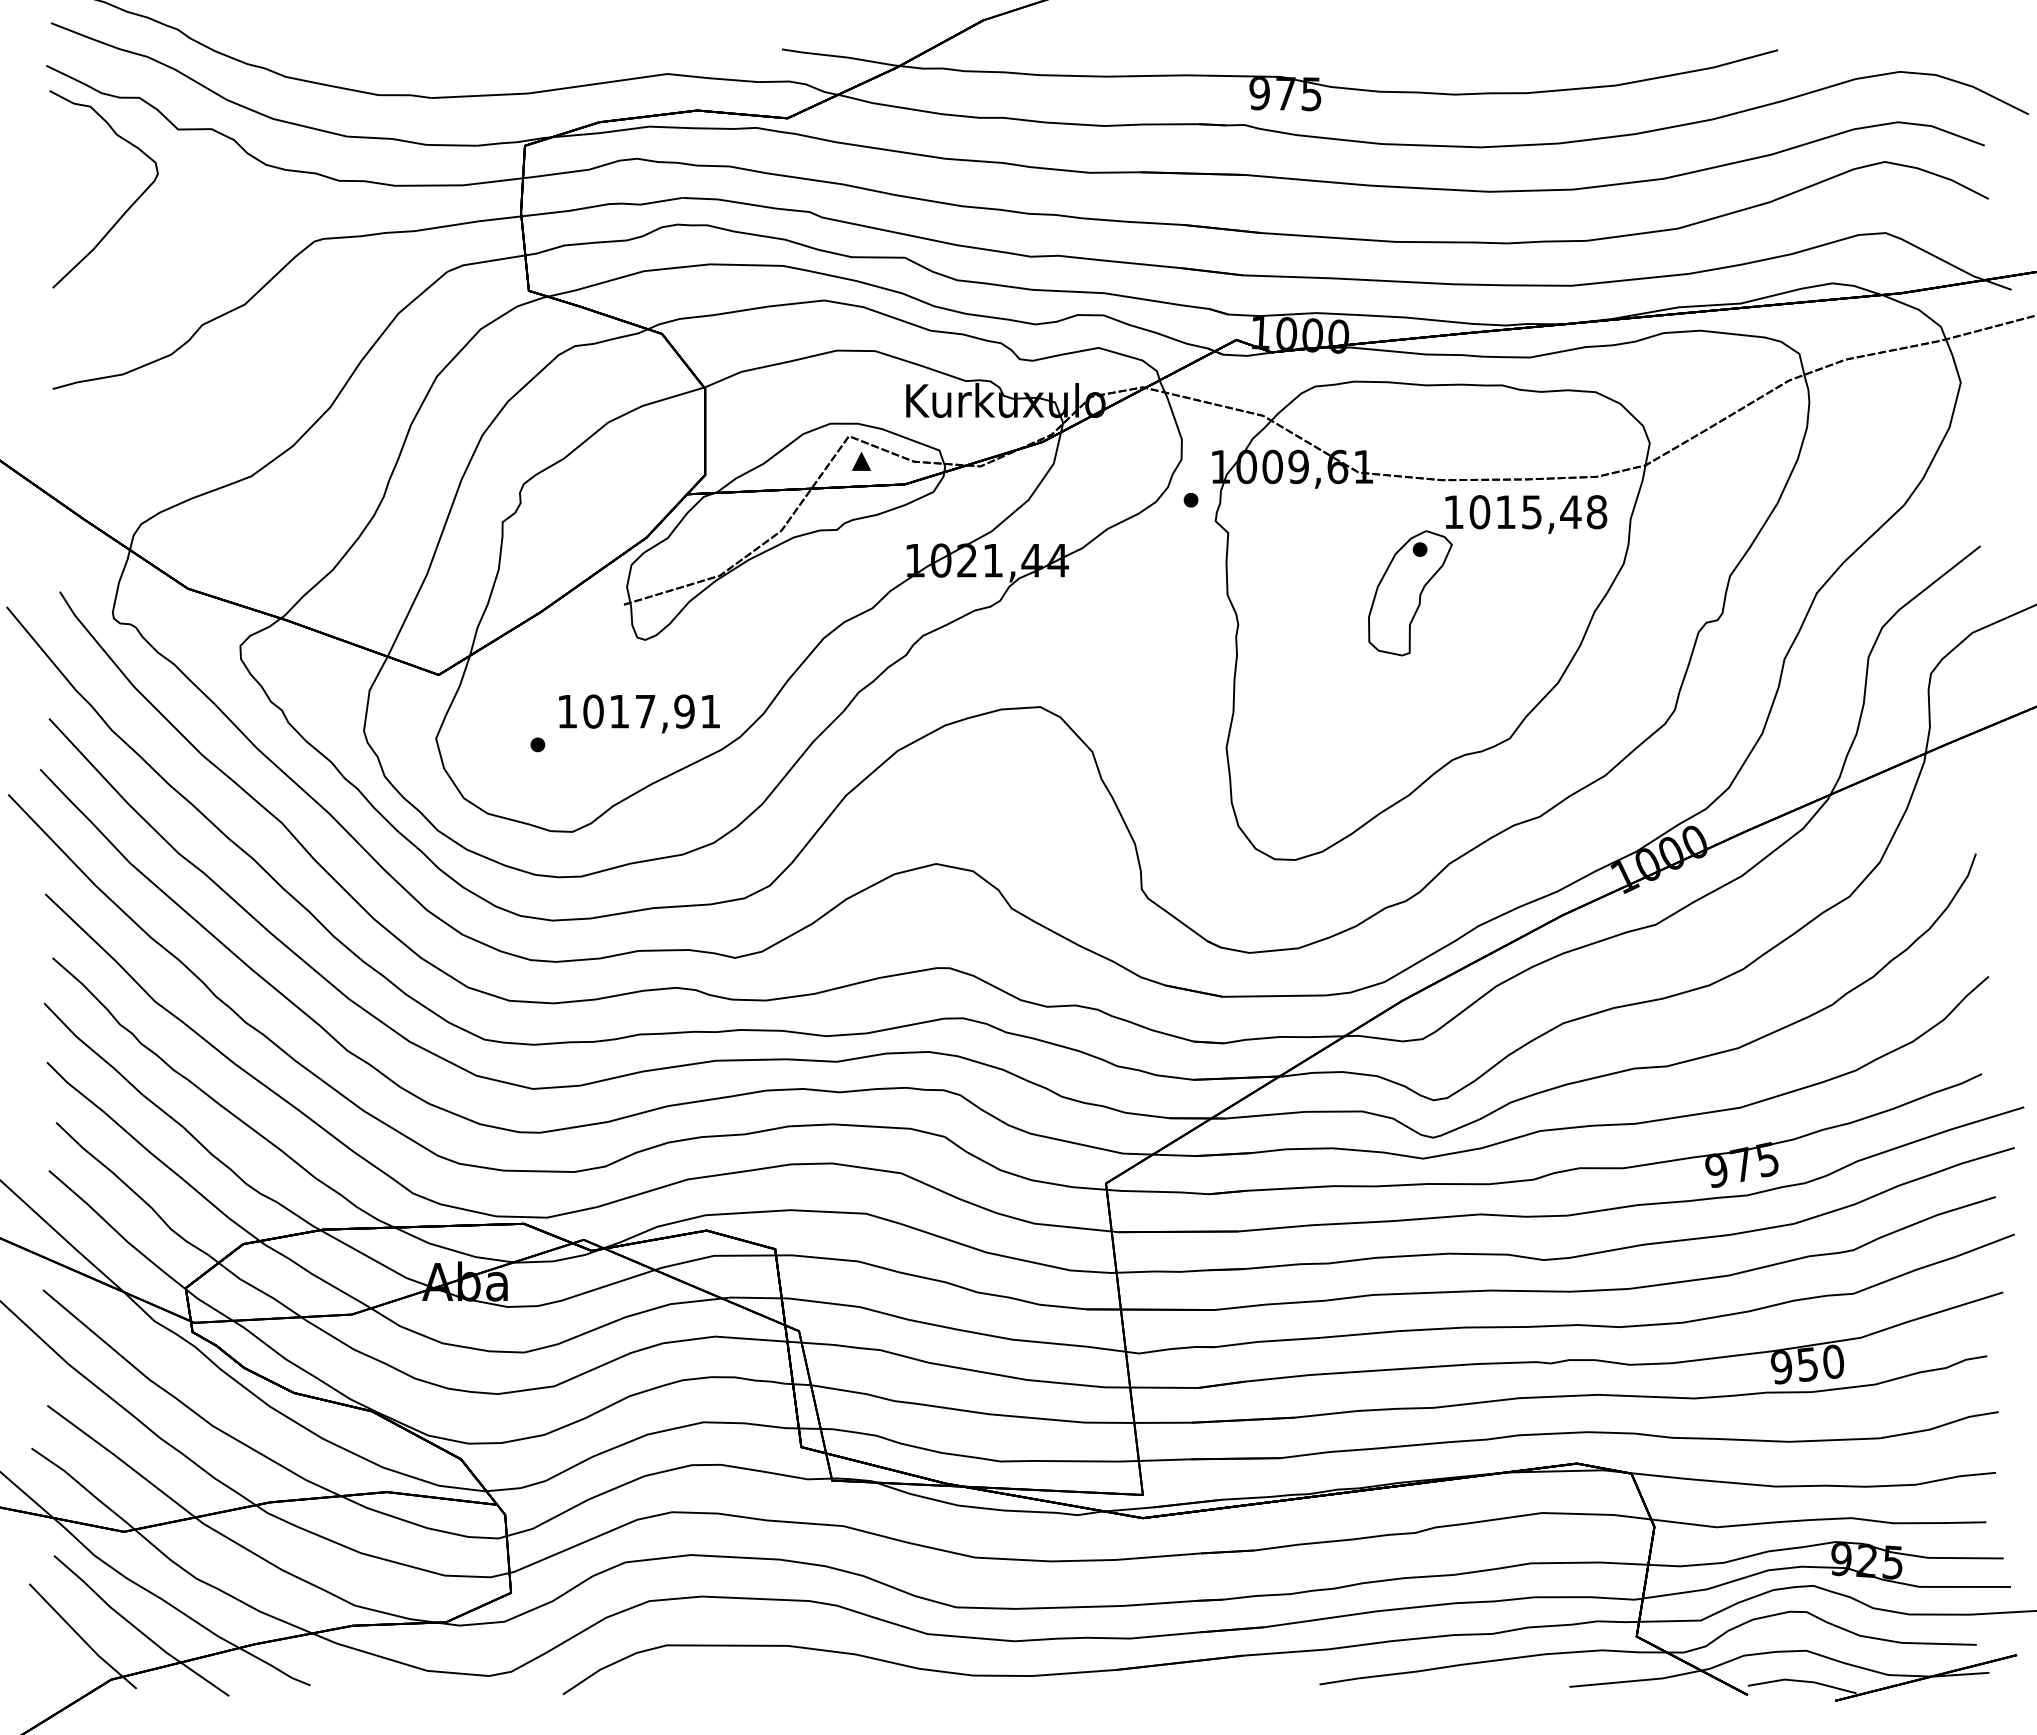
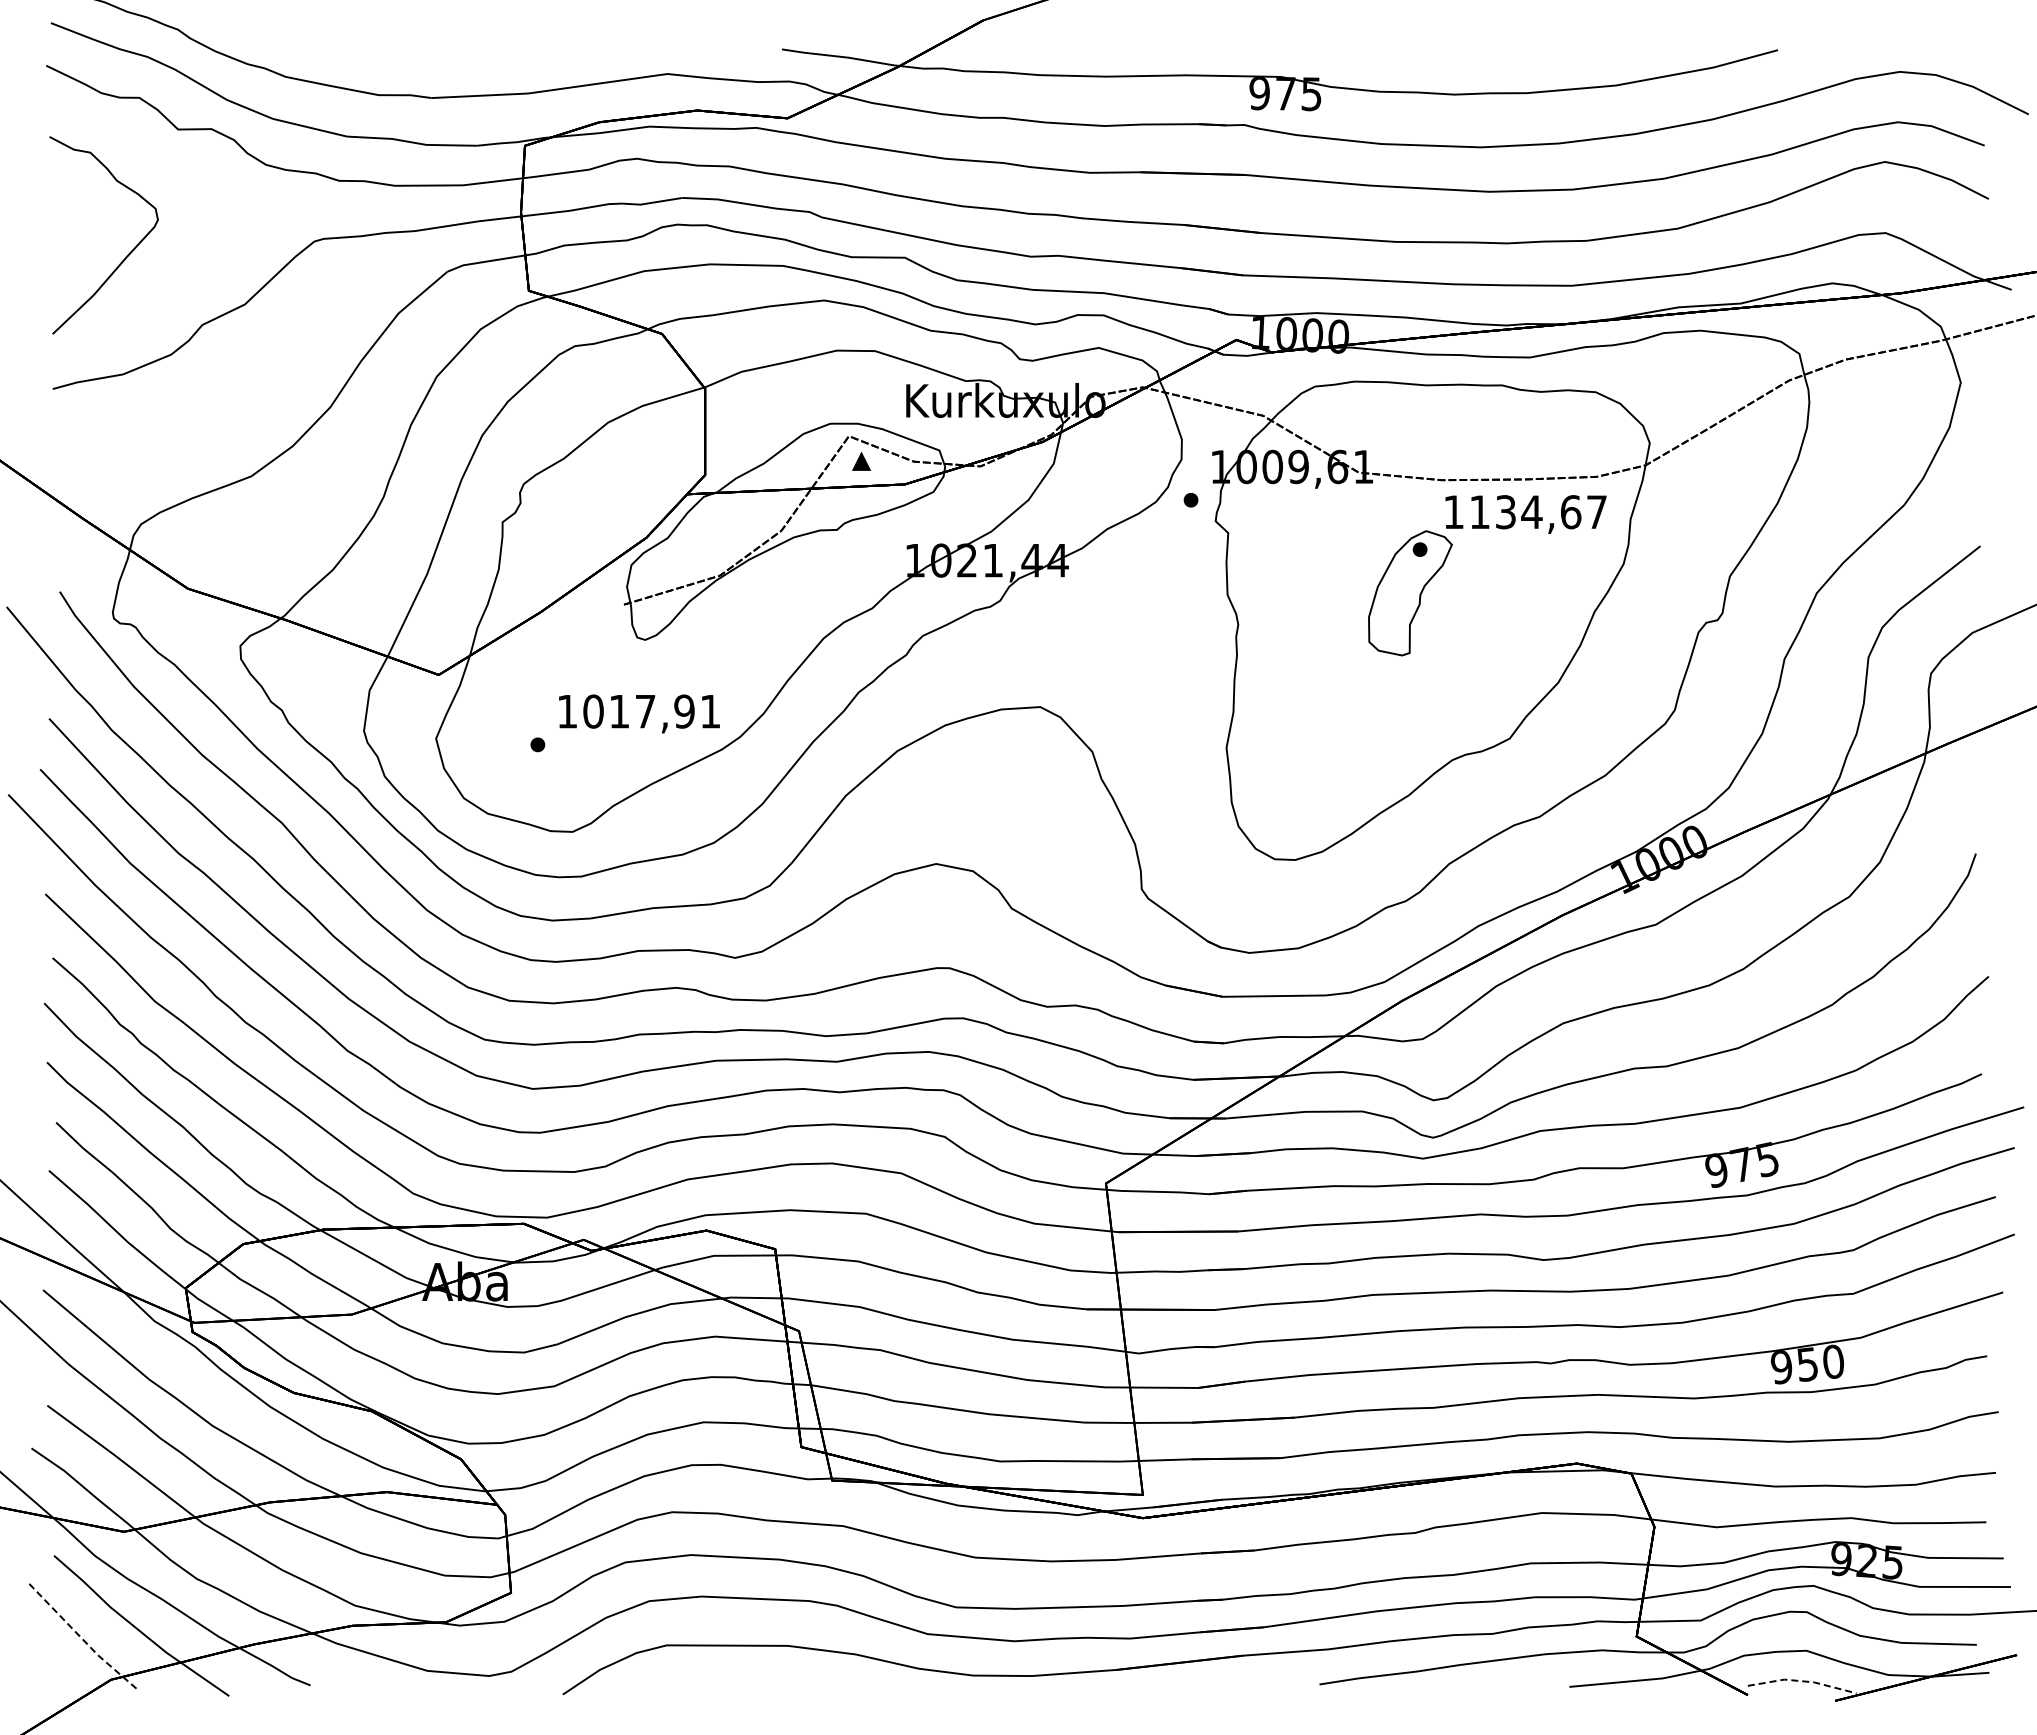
curve at (126, 209) position: (126, 209) -> (126, 255)
text at (1538, 512): 1015,48 -> 1134,67
line at (82, 1638): solid -> dashed
line at (1802, 1681): solid -> dashed
